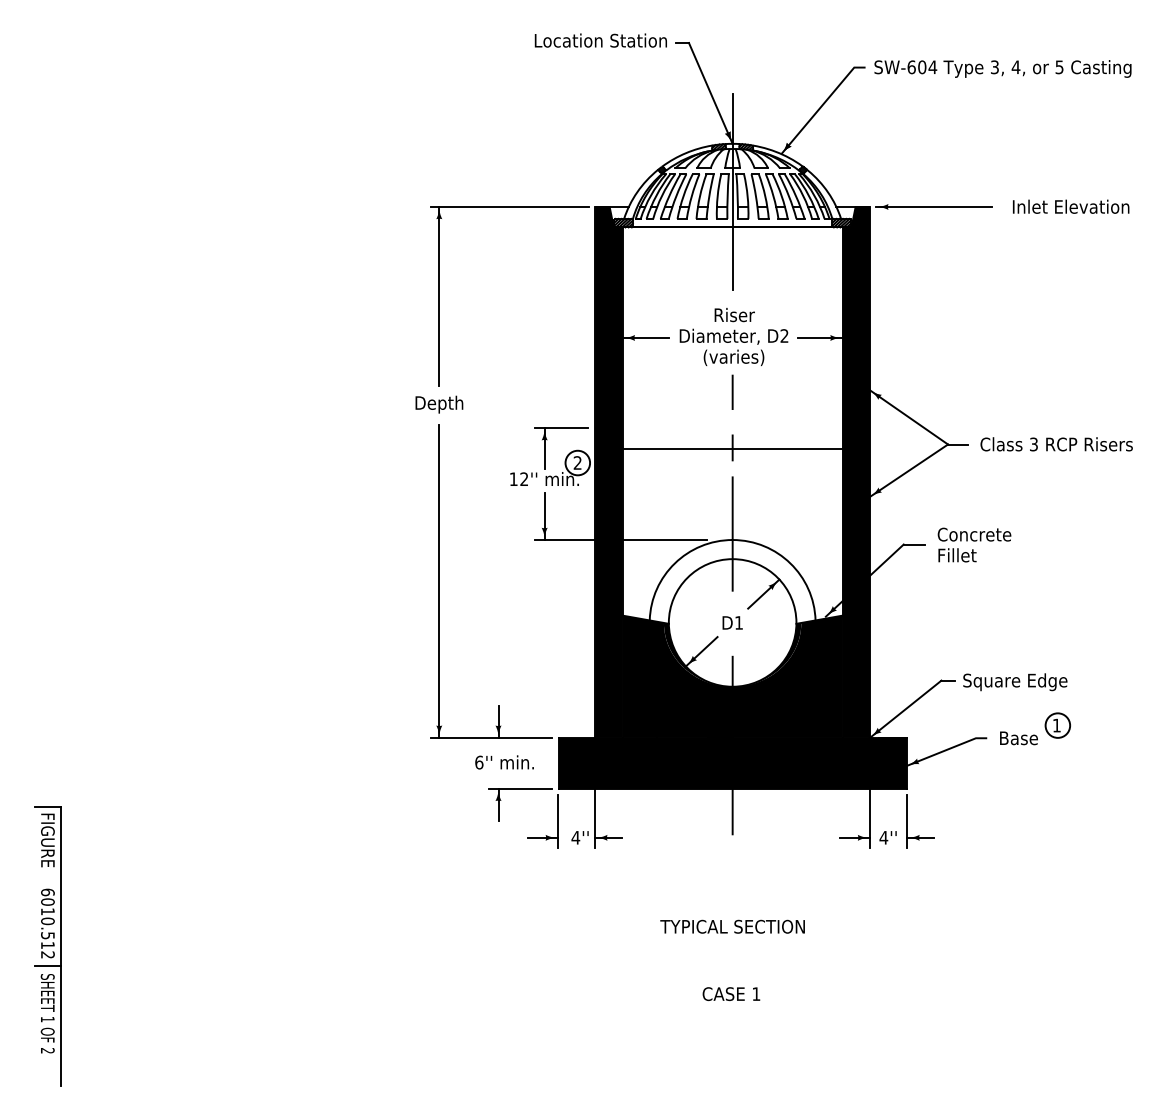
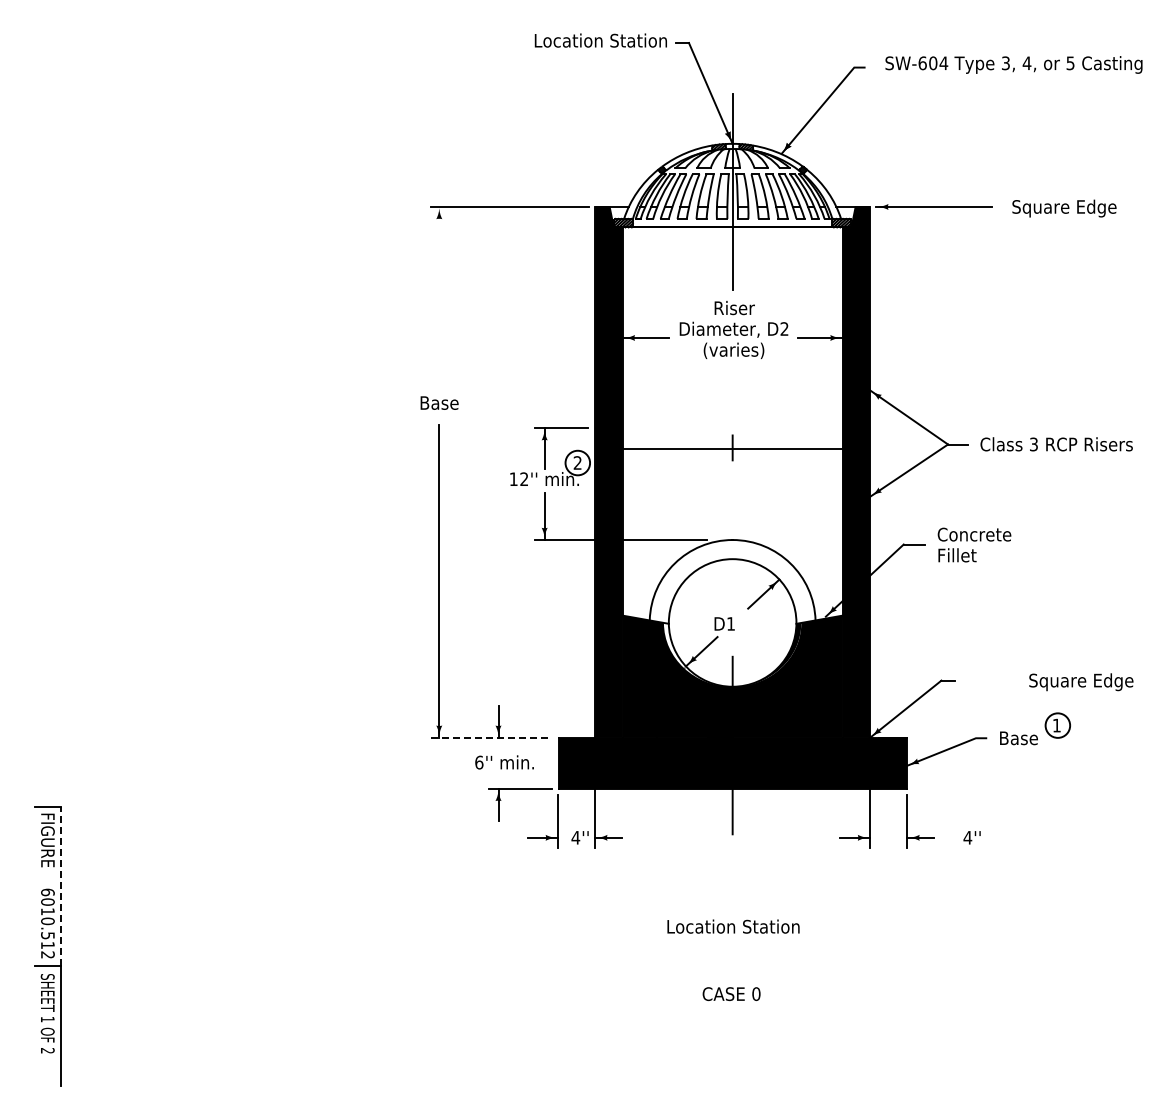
text at (1002, 68) position: (1002, 68) -> (1013, 64)
text at (1070, 208): Inlet Elevation -> Square Edge
line at (439, 296): present -> none
text at (733, 336) position: (733, 336) -> (733, 329)
line at (732, 392): present -> none
text at (439, 404): Depth -> Base
line at (732, 533): present -> none
text at (732, 622) position: (732, 622) -> (724, 623)
fill at (696, 654): present -> none
text at (1015, 682) position: (1015, 682) -> (1081, 682)
line at (491, 737): solid -> dashed
text at (887, 837) position: (887, 837) -> (971, 837)
line at (60, 886): solid -> dashed
text at (732, 926): TYPICAL SECTION -> Location Station
text at (756, 994): 1 -> 0
